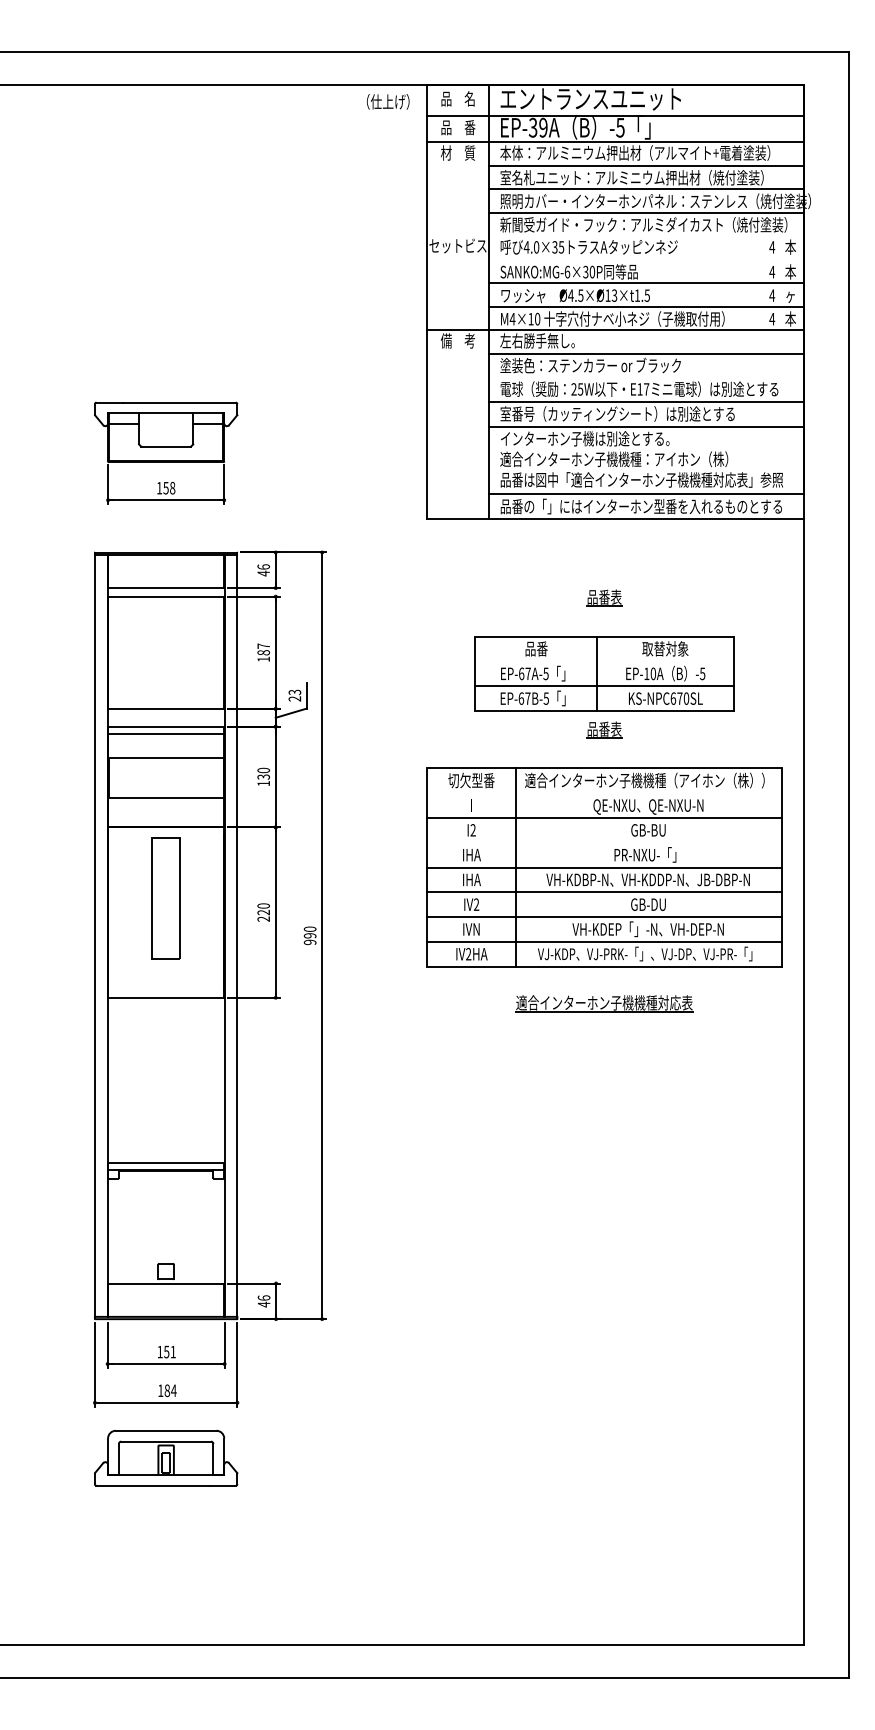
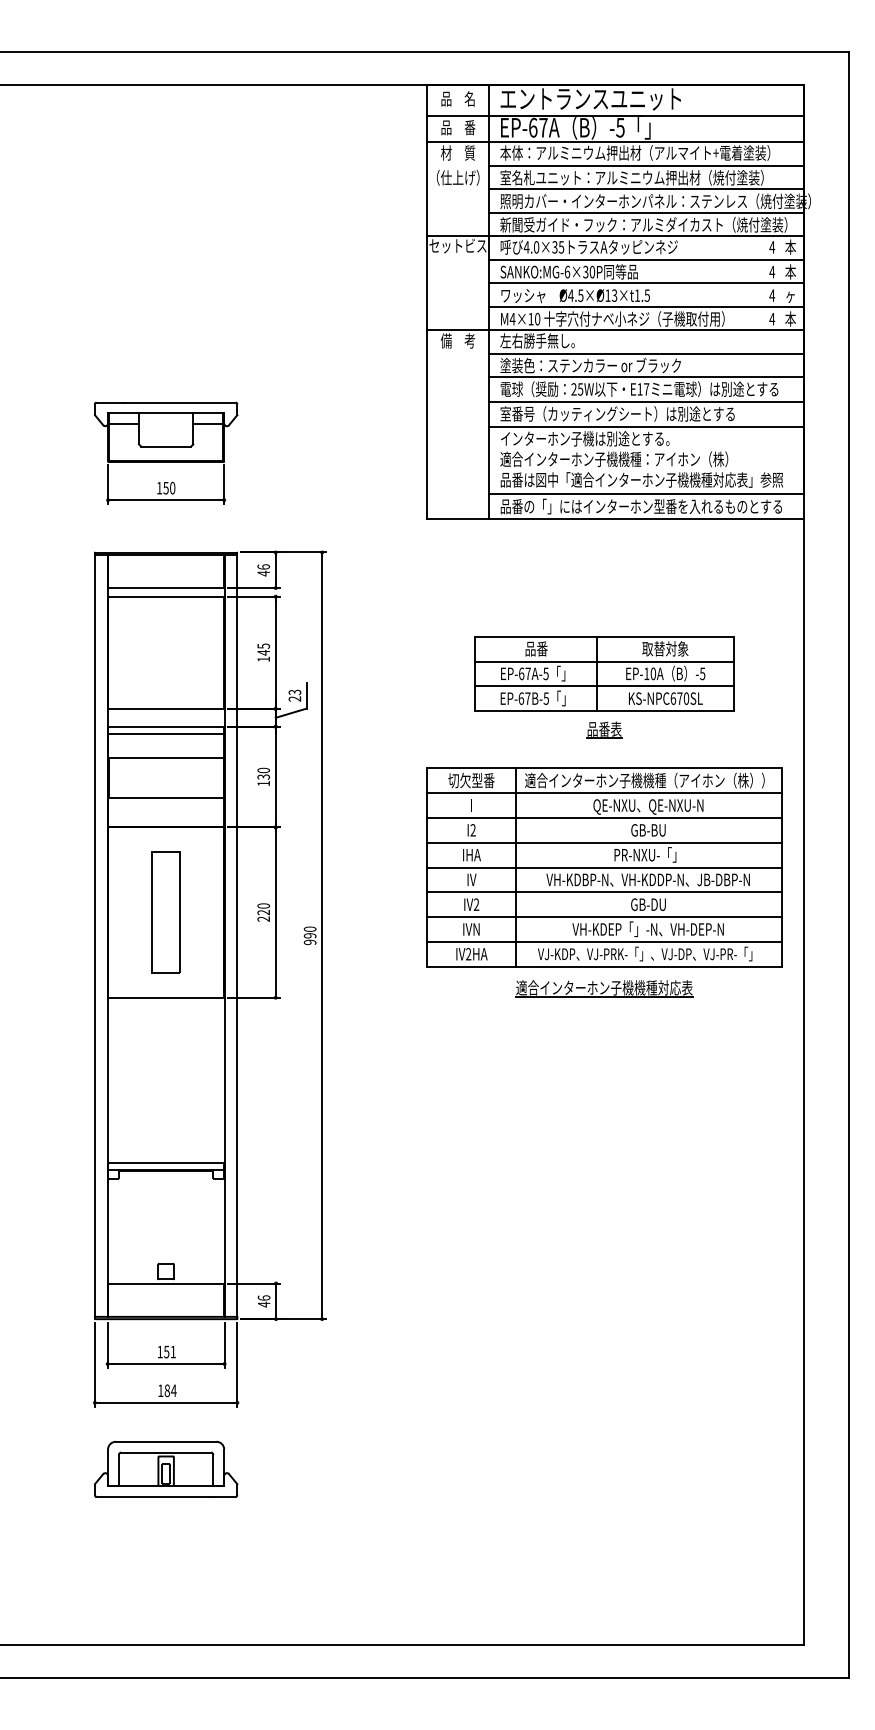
text at (388, 101) position: (388, 101) -> (458, 177)
text at (537, 127): EP-39A -> EP-67A
line at (615, 236): none -> present
line at (646, 259): none -> present
line at (646, 377): none -> present
text at (172, 488): 158 -> 150
part at (604, 597): present -> none
text at (263, 649): 187 -> 145
line at (604, 661): none -> present
line at (604, 793): none -> present
line at (604, 842): none -> present
text at (471, 879): IHA -> IV
part at (165, 898) position: (165, 898) -> (165, 912)
part at (604, 1003) position: (604, 1003) -> (604, 988)
part at (166, 1457) position: (166, 1457) -> (166, 1468)
